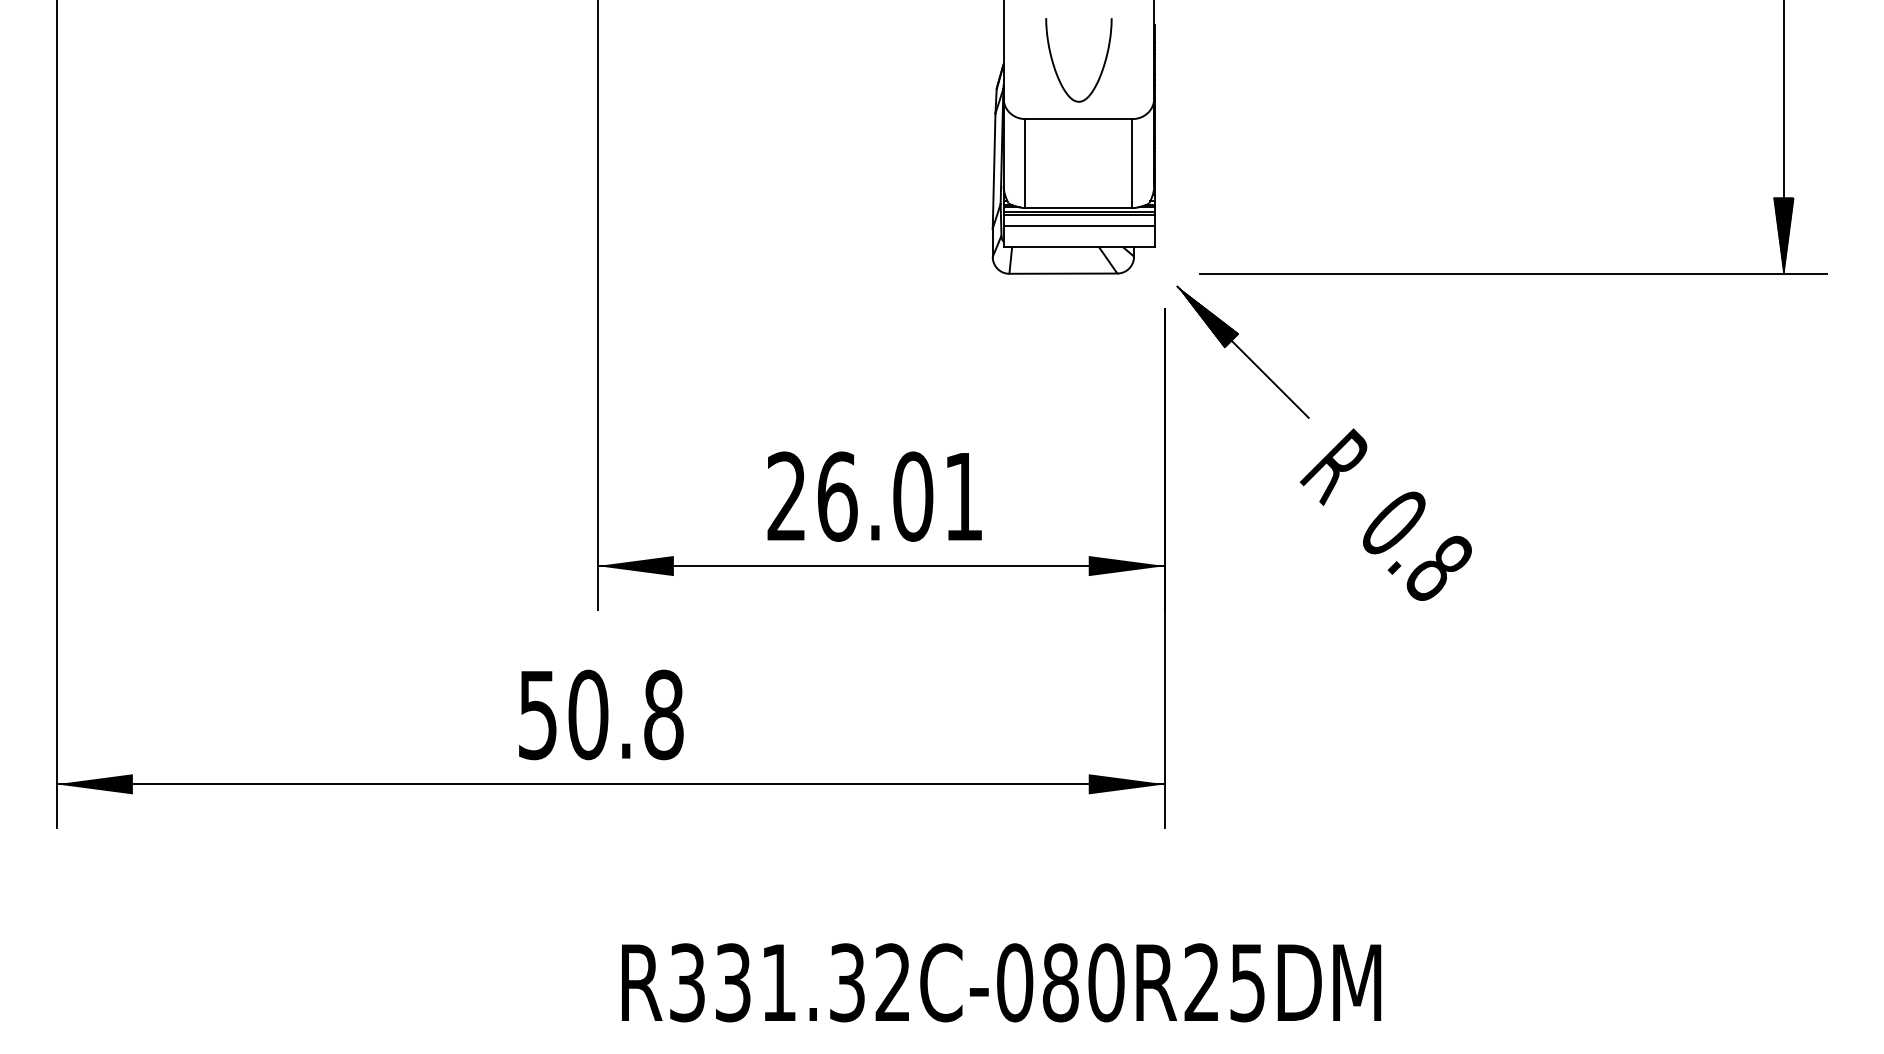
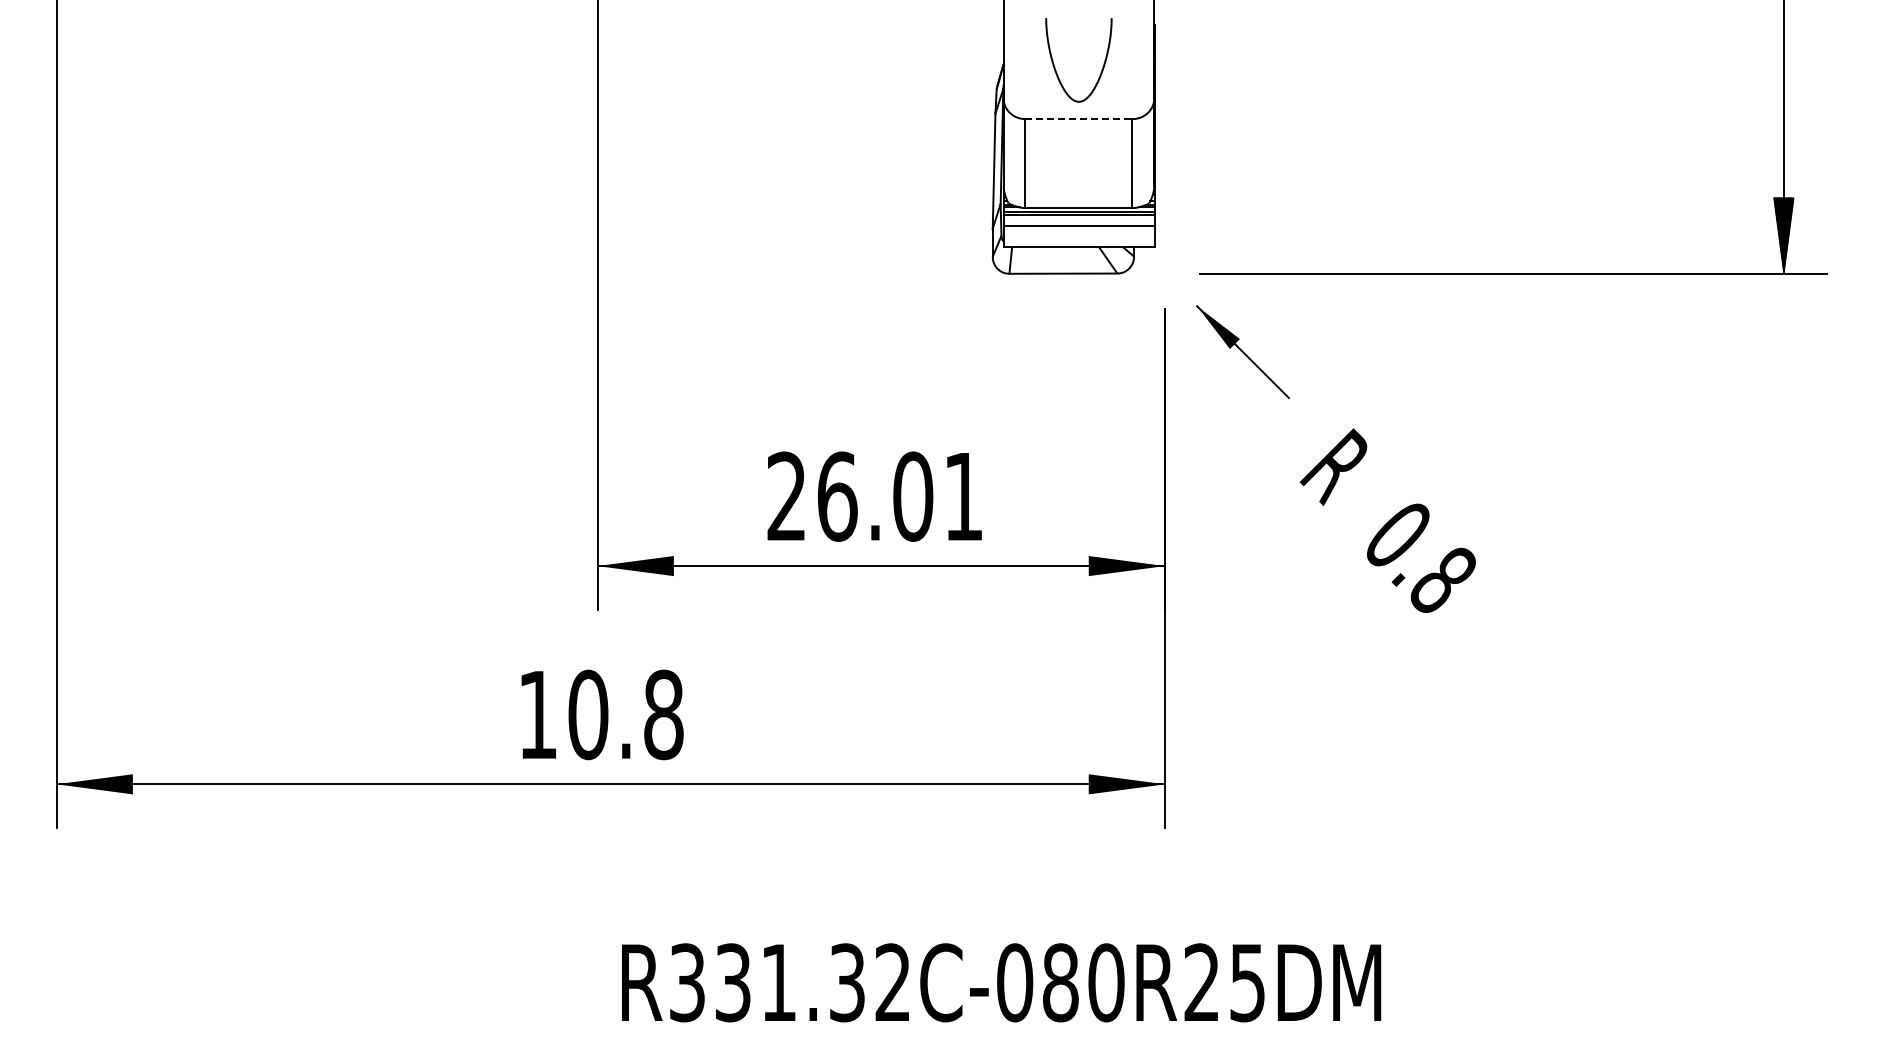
line at (1079, 119): solid -> dashed
part at (1242, 351) size: 134x134 px -> 94x94 px
text at (1417, 545) position: (1417, 545) -> (1421, 557)
text at (537, 715): 50.8 -> 10.8
